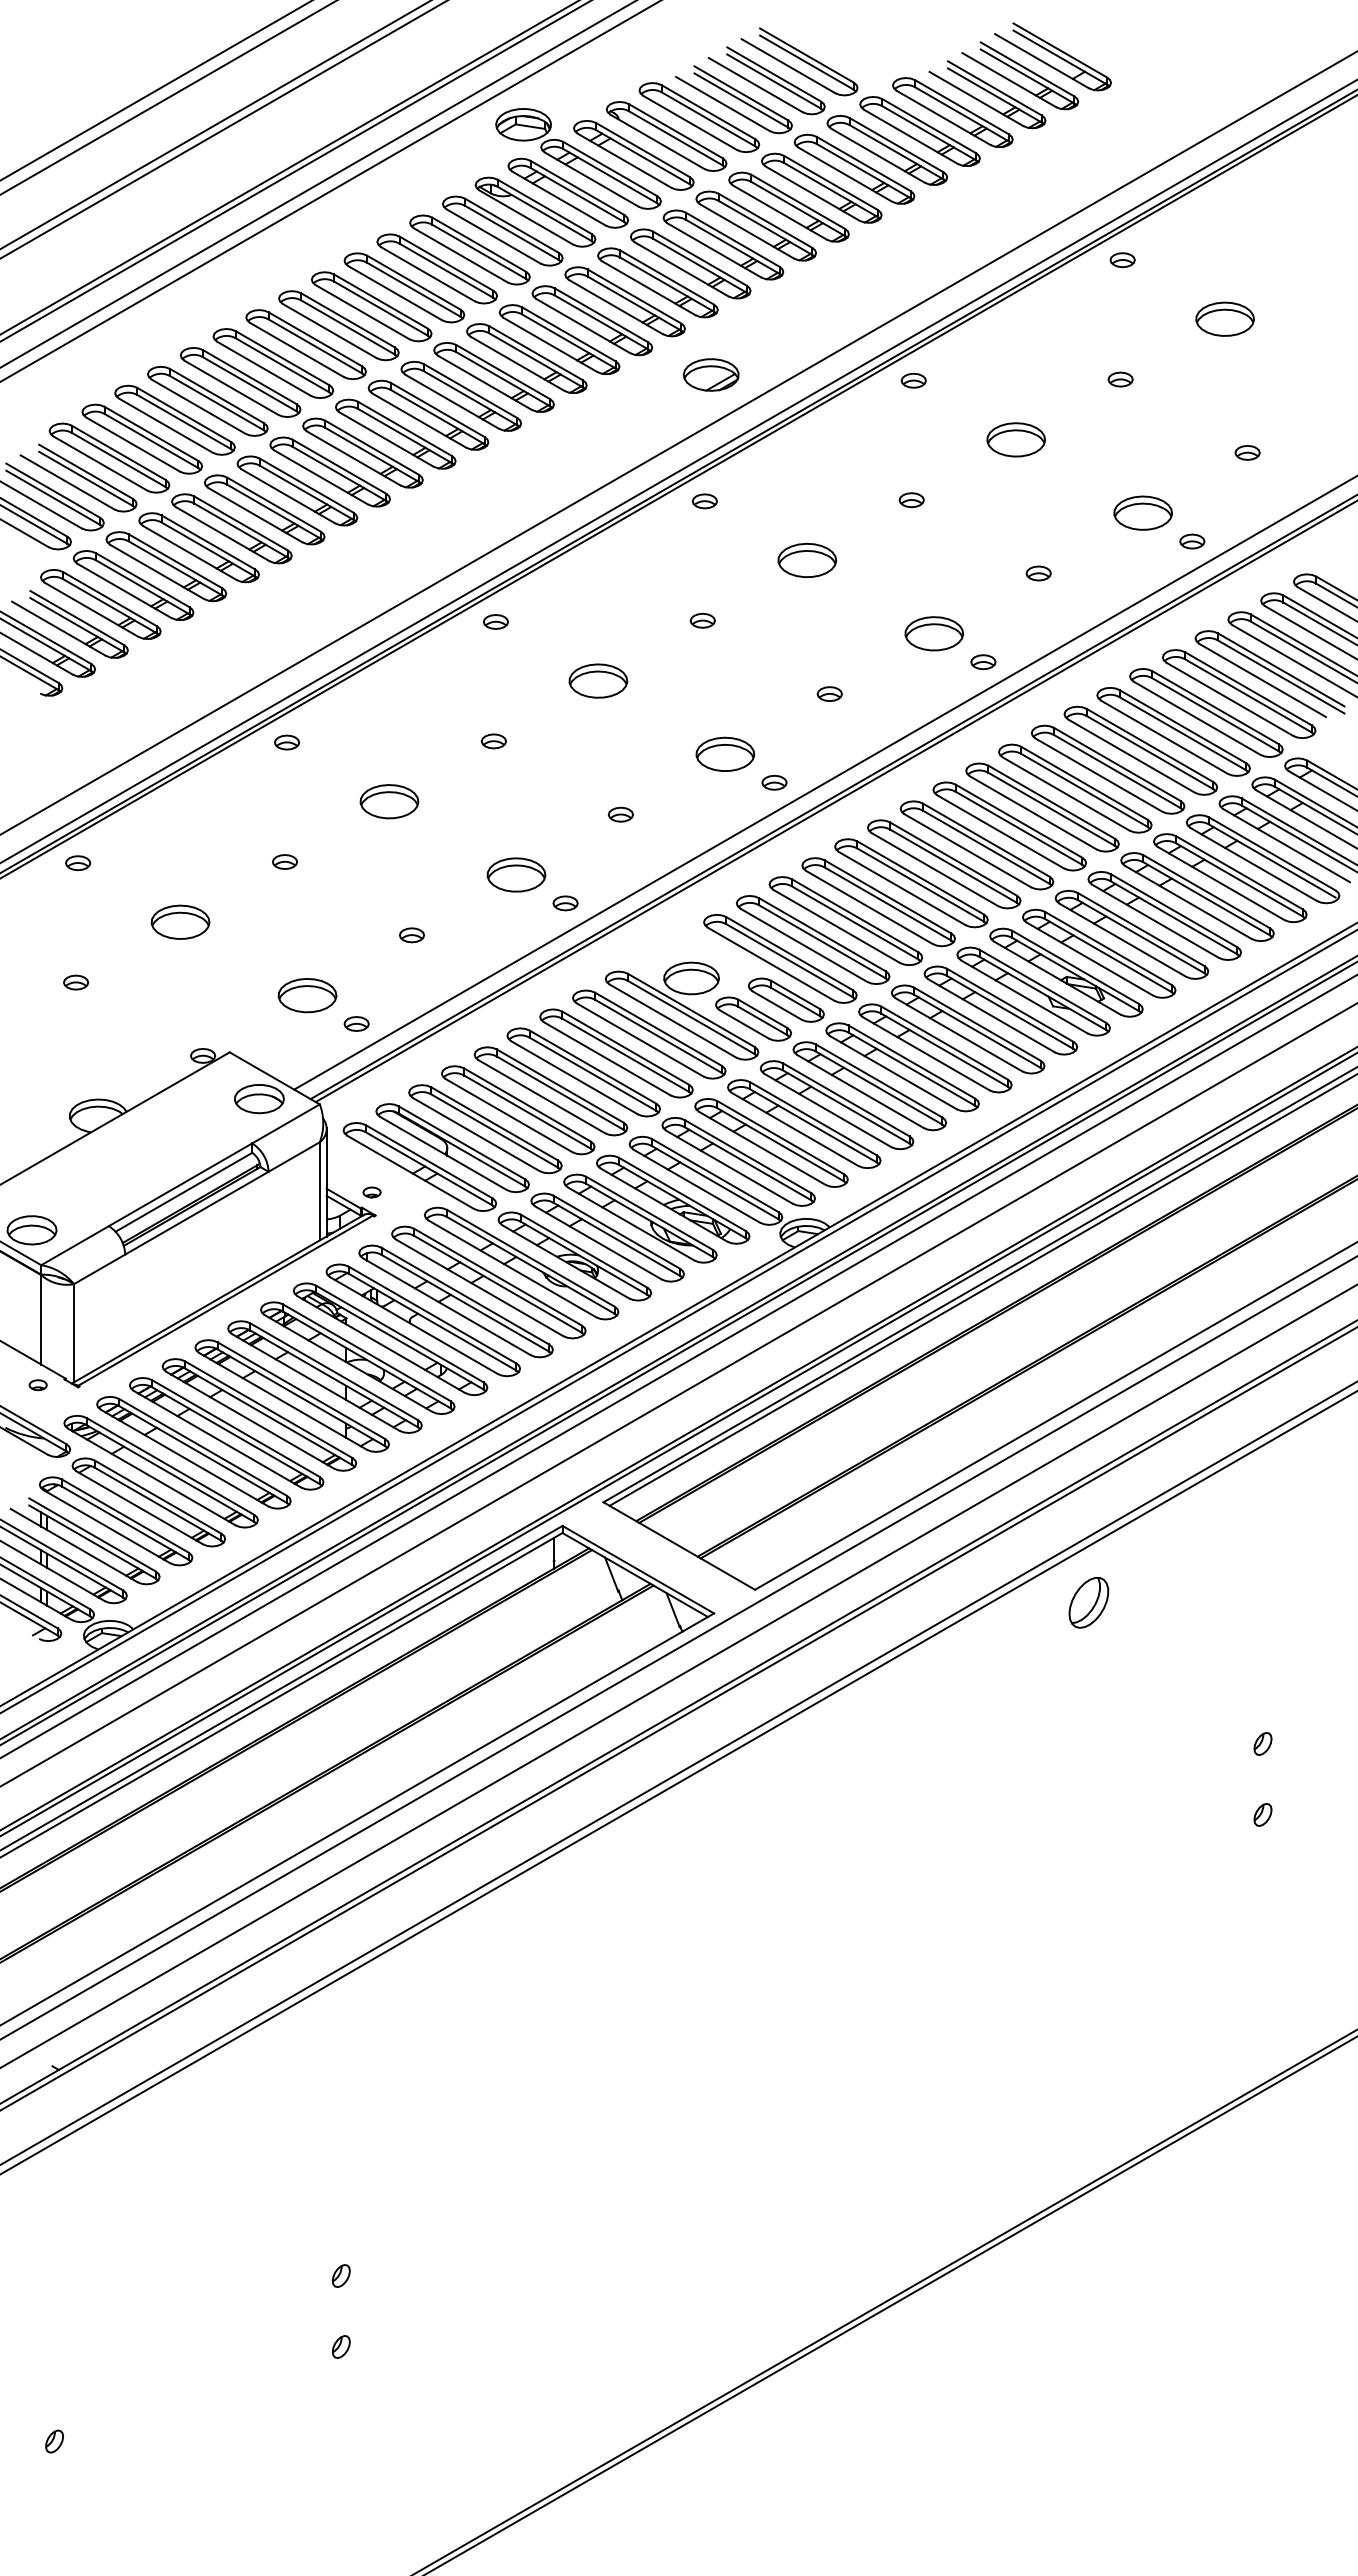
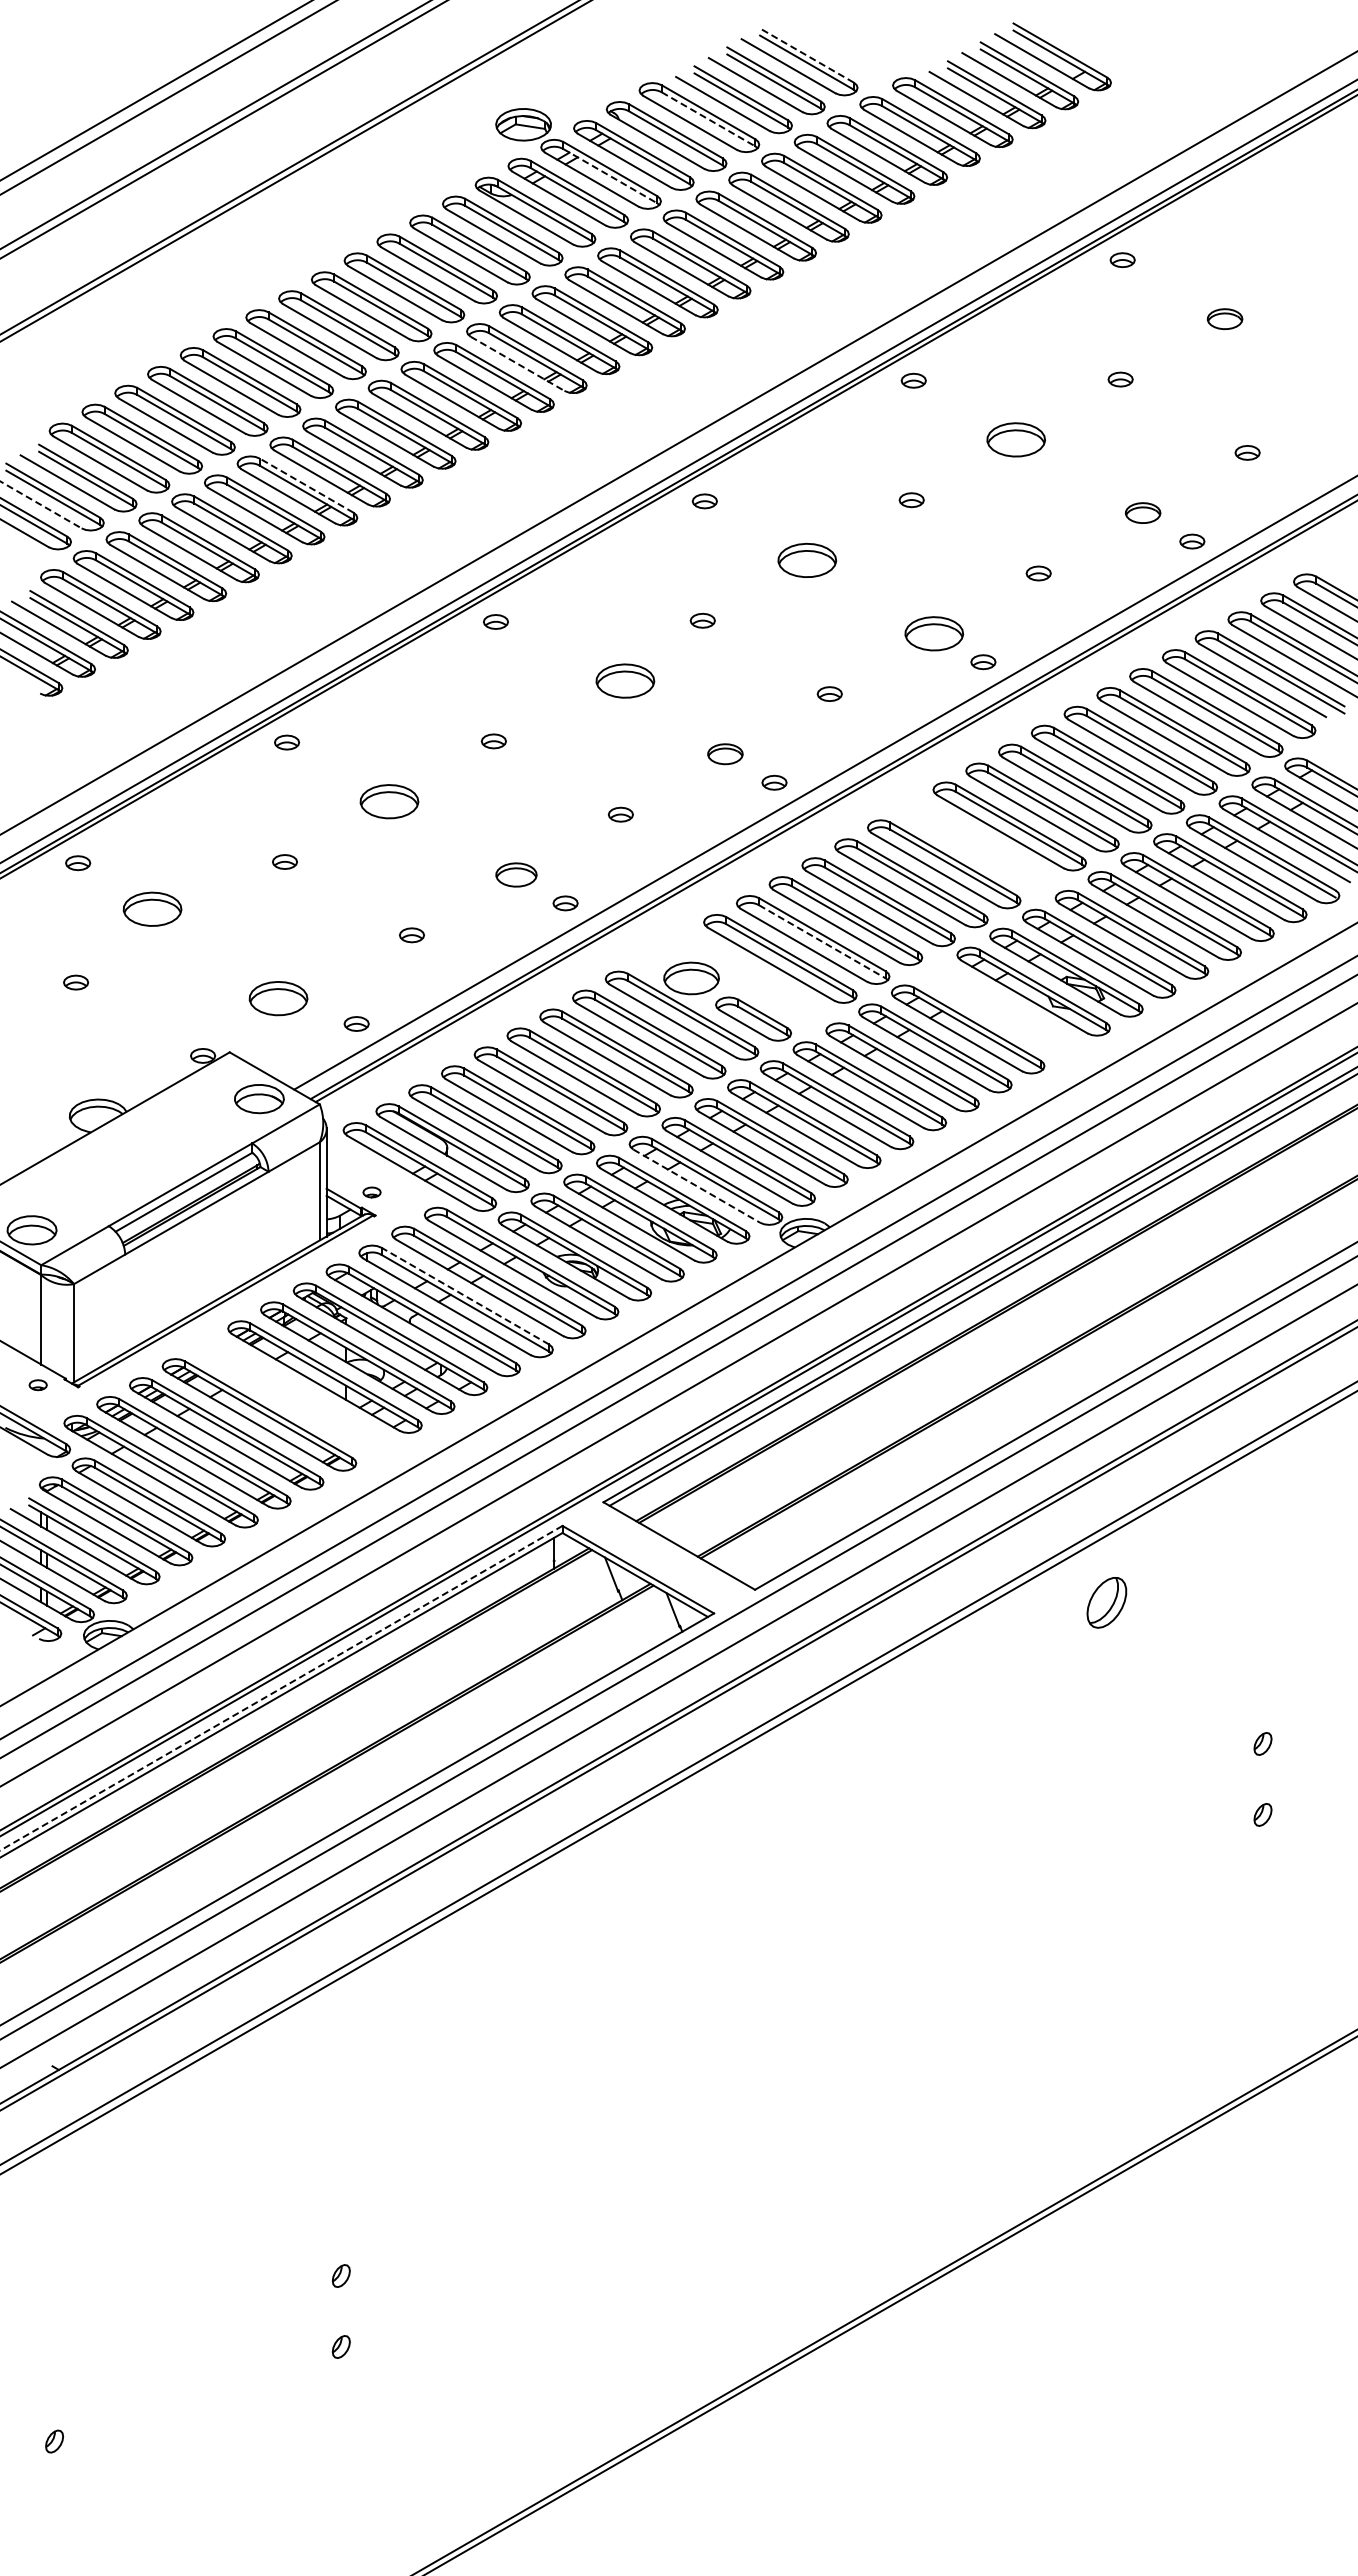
line at (806, 55): solid -> dashed
line at (709, 119): solid -> dashed
line at (610, 176): solid -> dashed
line at (317, 184): present -> none
line at (330, 191): present -> none
part at (1224, 318) size: 60x36 px -> 38x22 px
line at (518, 364): solid -> dashed
part at (710, 374): present -> none
line at (306, 485): solid -> dashed
line at (41, 505): solid -> dashed
part at (1142, 512) size: 60x36 px -> 37x22 px
part at (598, 680) position: (598, 680) -> (625, 680)
part at (725, 753) size: 61x36 px -> 37x23 px
part at (976, 845): present -> none
part at (516, 874) size: 61x36 px -> 43x26 px
part at (180, 921) position: (180, 921) -> (152, 908)
line at (822, 942): solid -> dashed
part at (307, 995) position: (307, 995) -> (278, 998)
part at (786, 999): present -> none
part at (1000, 1010): present -> none
line at (697, 1186): solid -> dashed
line at (465, 1296): solid -> dashed
line at (678, 1321): present -> none
line at (678, 1353): present -> none
part at (291, 1395): present -> none
part at (1088, 1602) position: (1088, 1602) -> (1106, 1602)
line at (281, 1688): solid -> dashed
